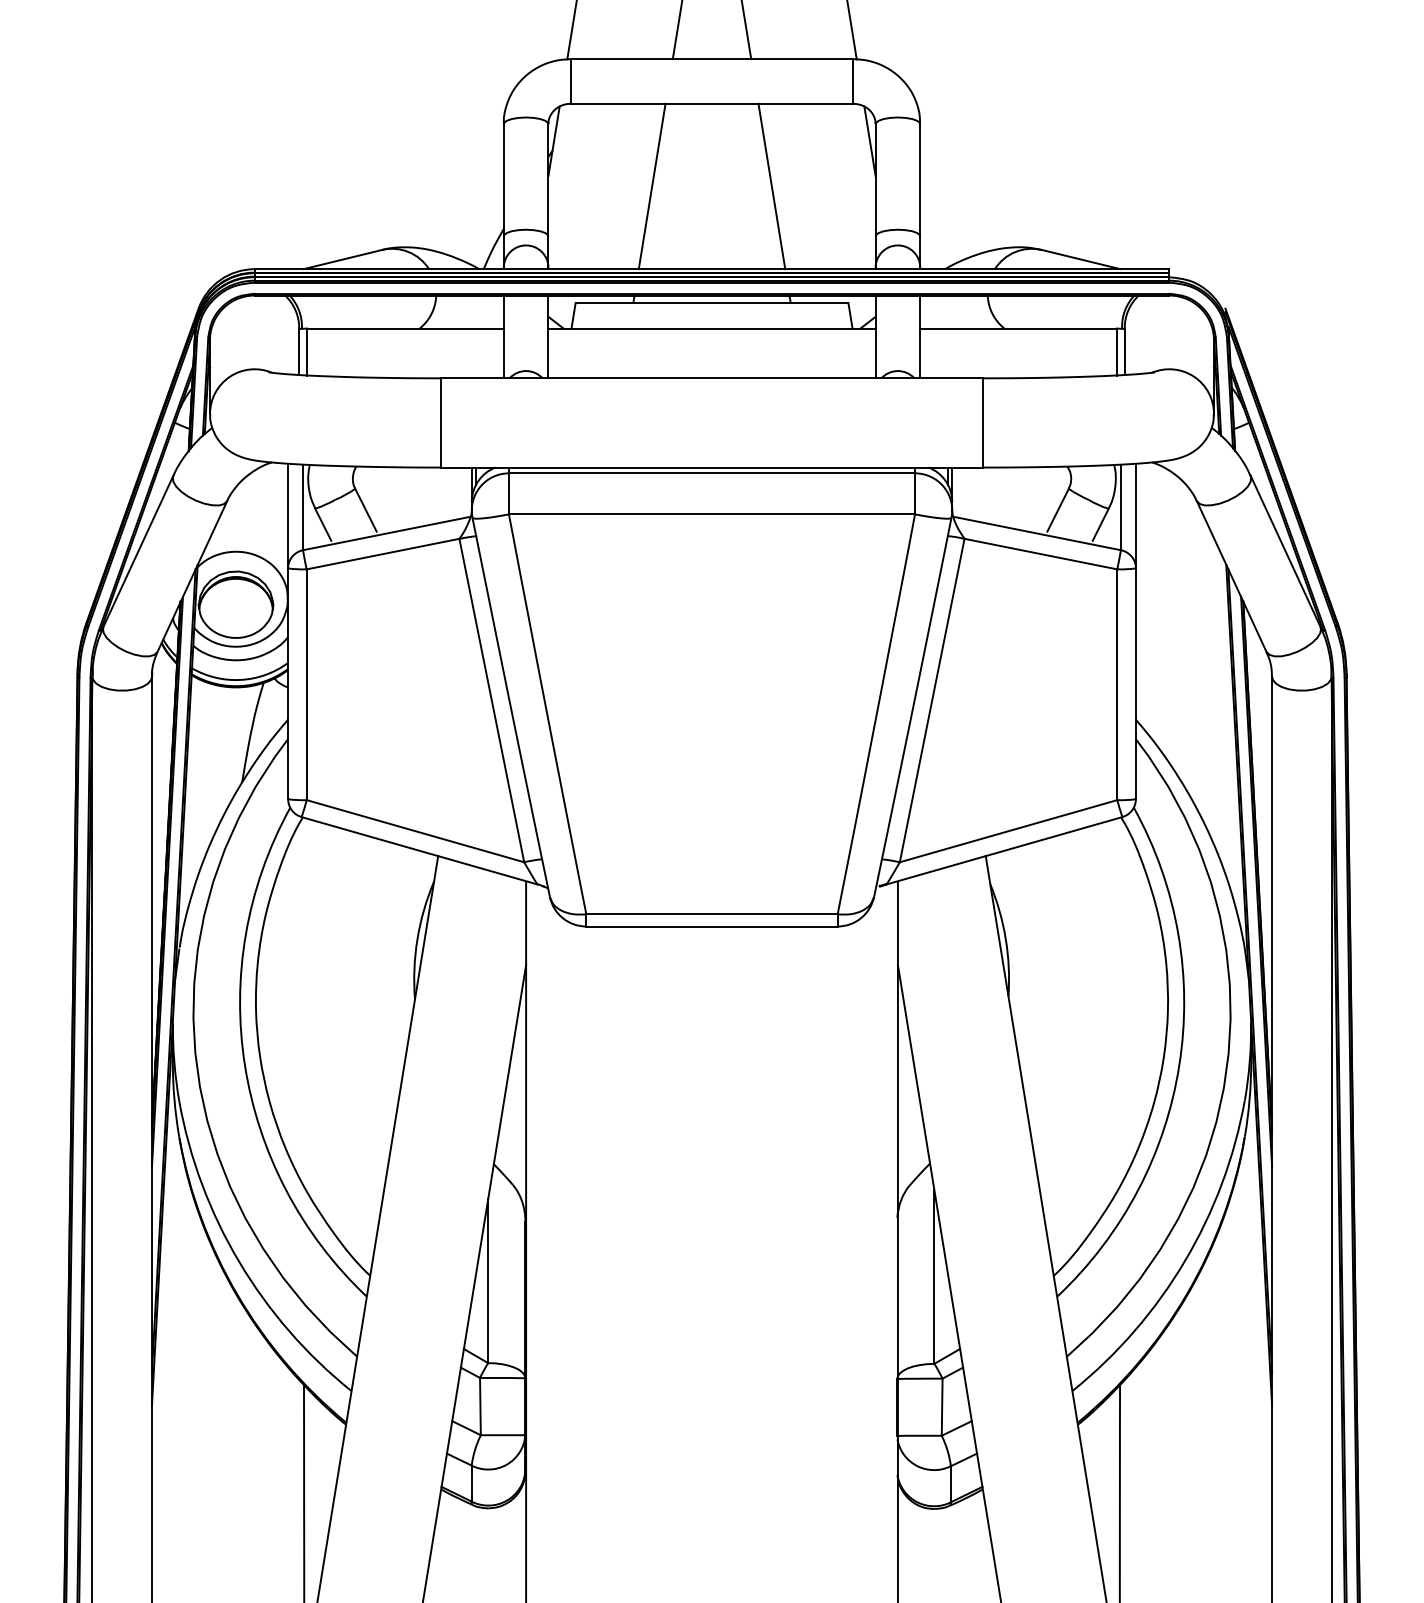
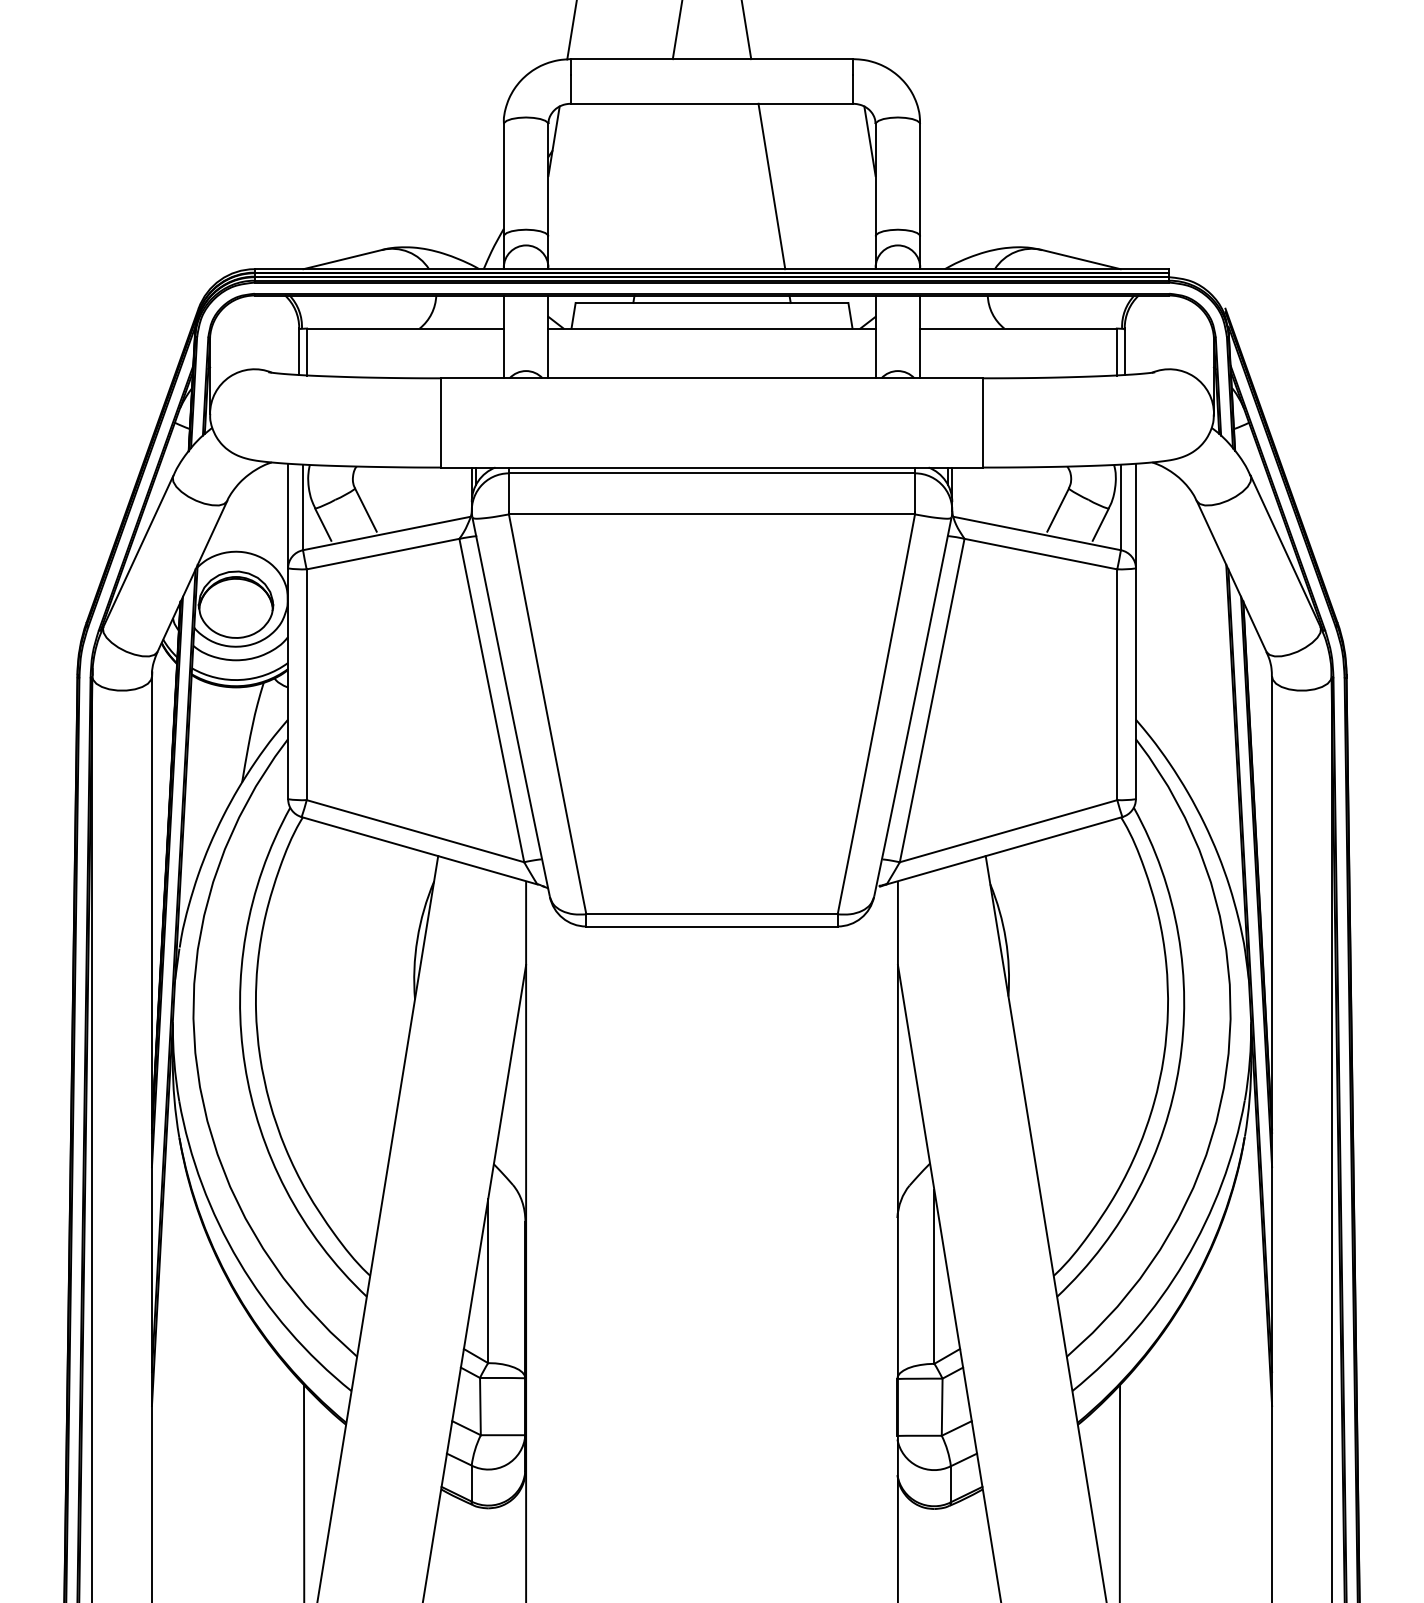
line at (851, 30): present -> none
line at (651, 186): present -> none
